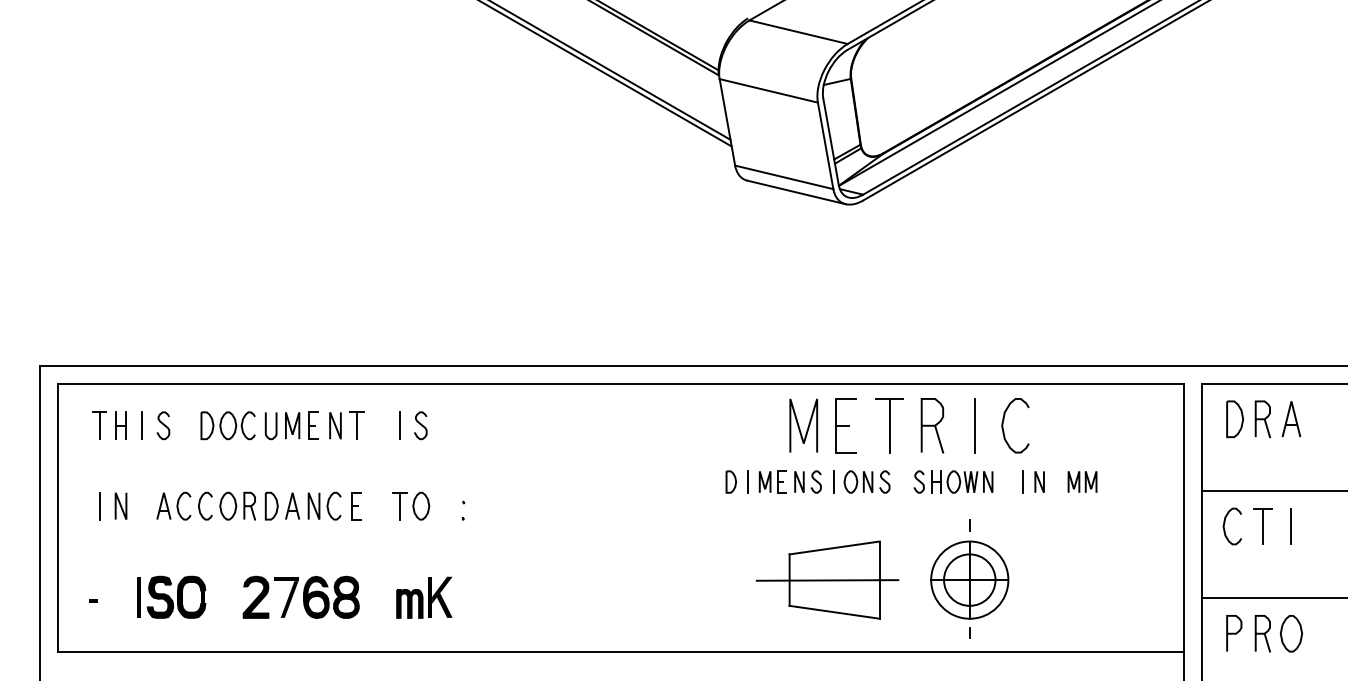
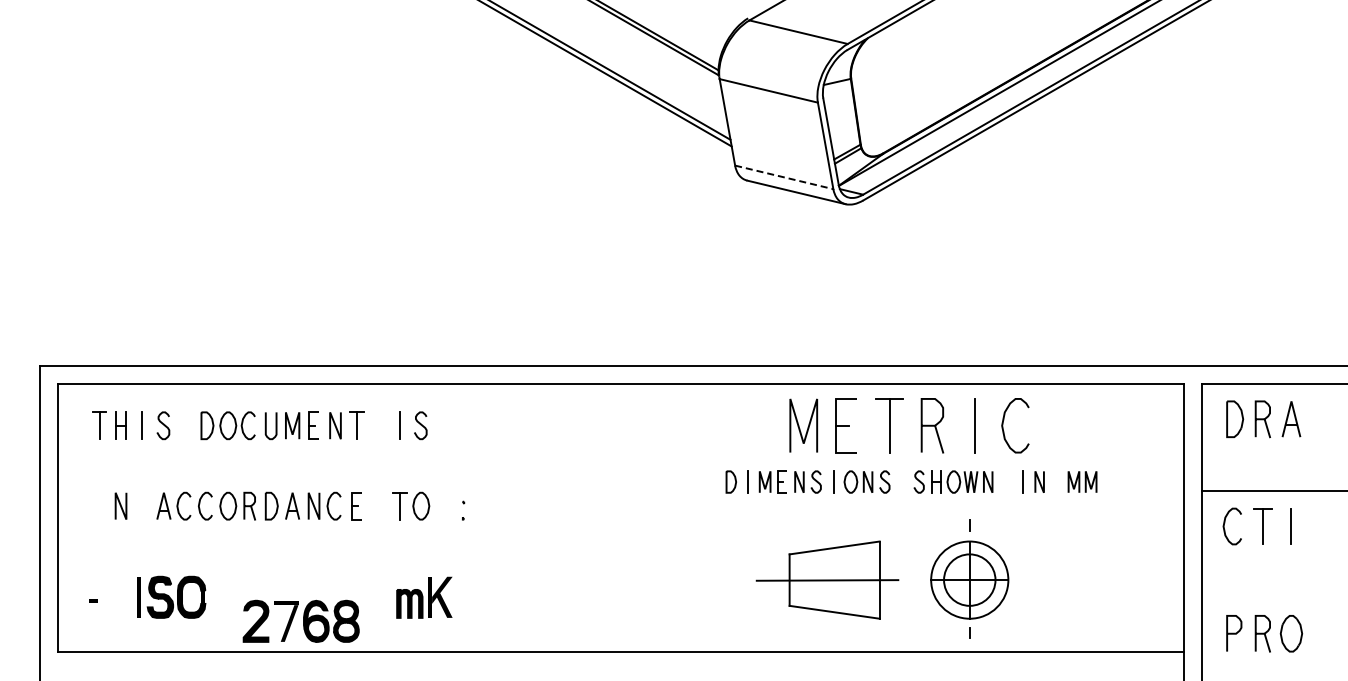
line at (784, 177): solid -> dashed
line at (99, 505): present -> none
part at (300, 596) position: (300, 596) -> (300, 620)
line at (1273, 598): present -> none
